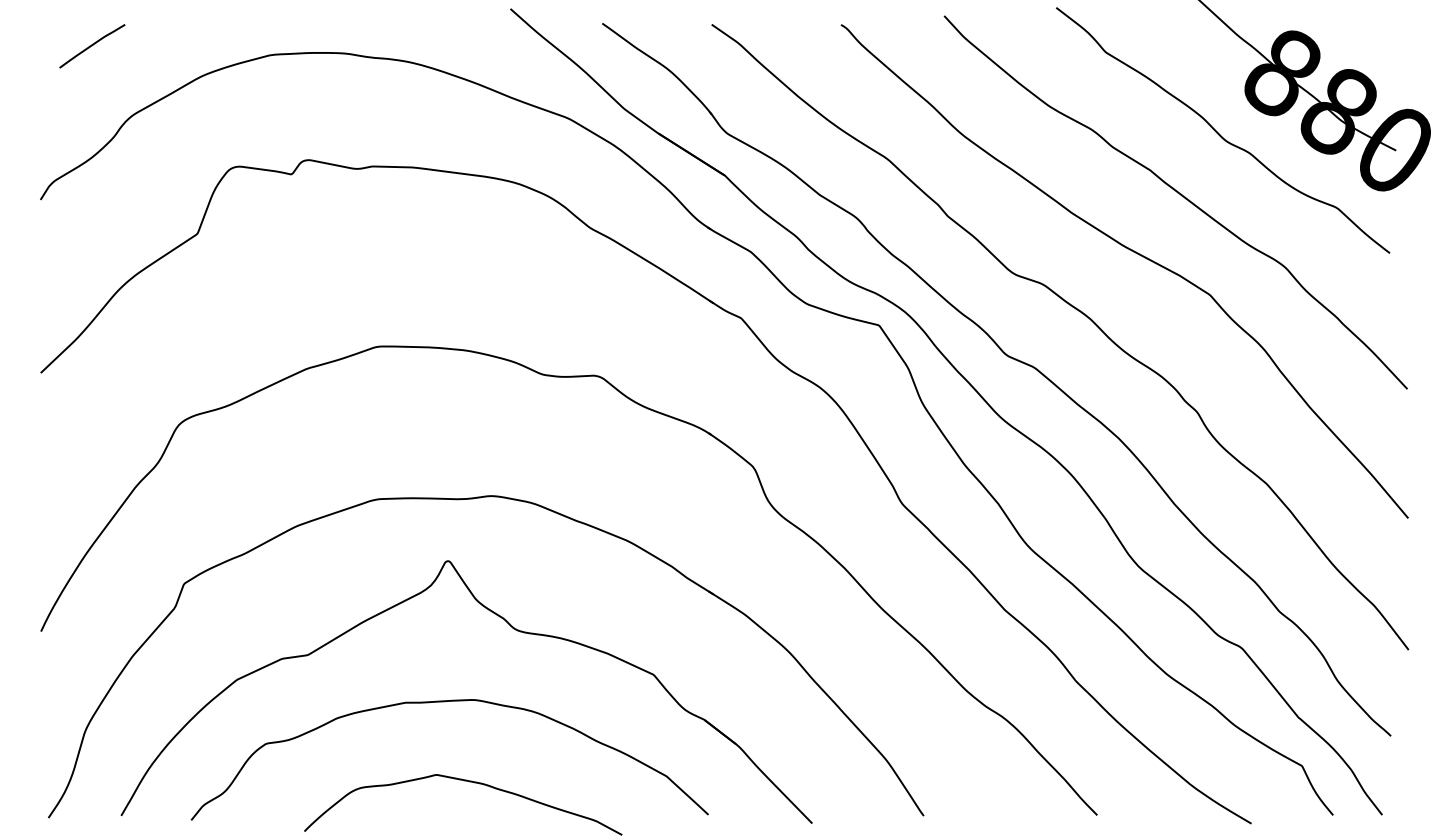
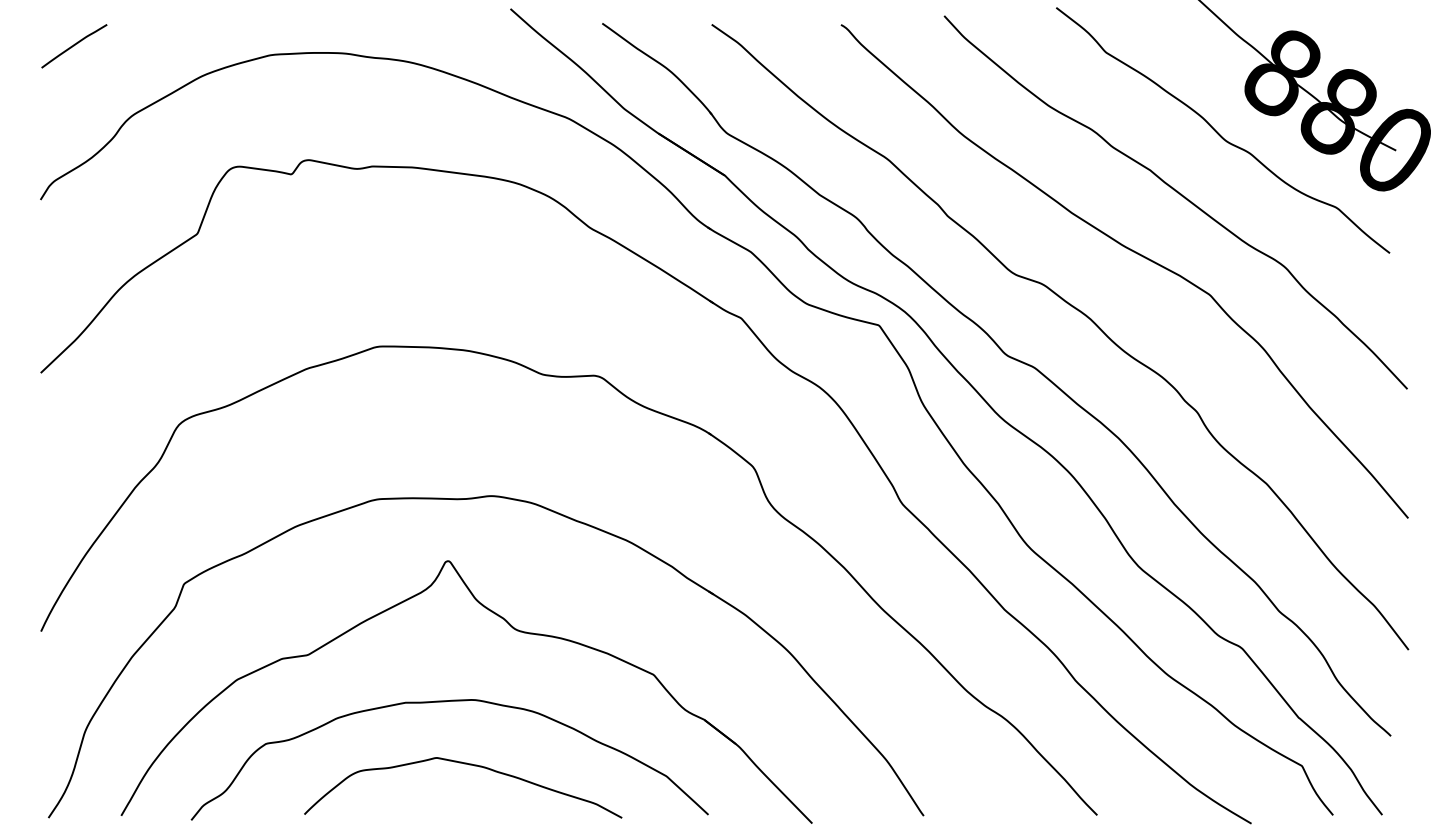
curve at (92, 46) position: (92, 46) -> (74, 46)
curve at (469, 782) position: (469, 782) -> (469, 765)
